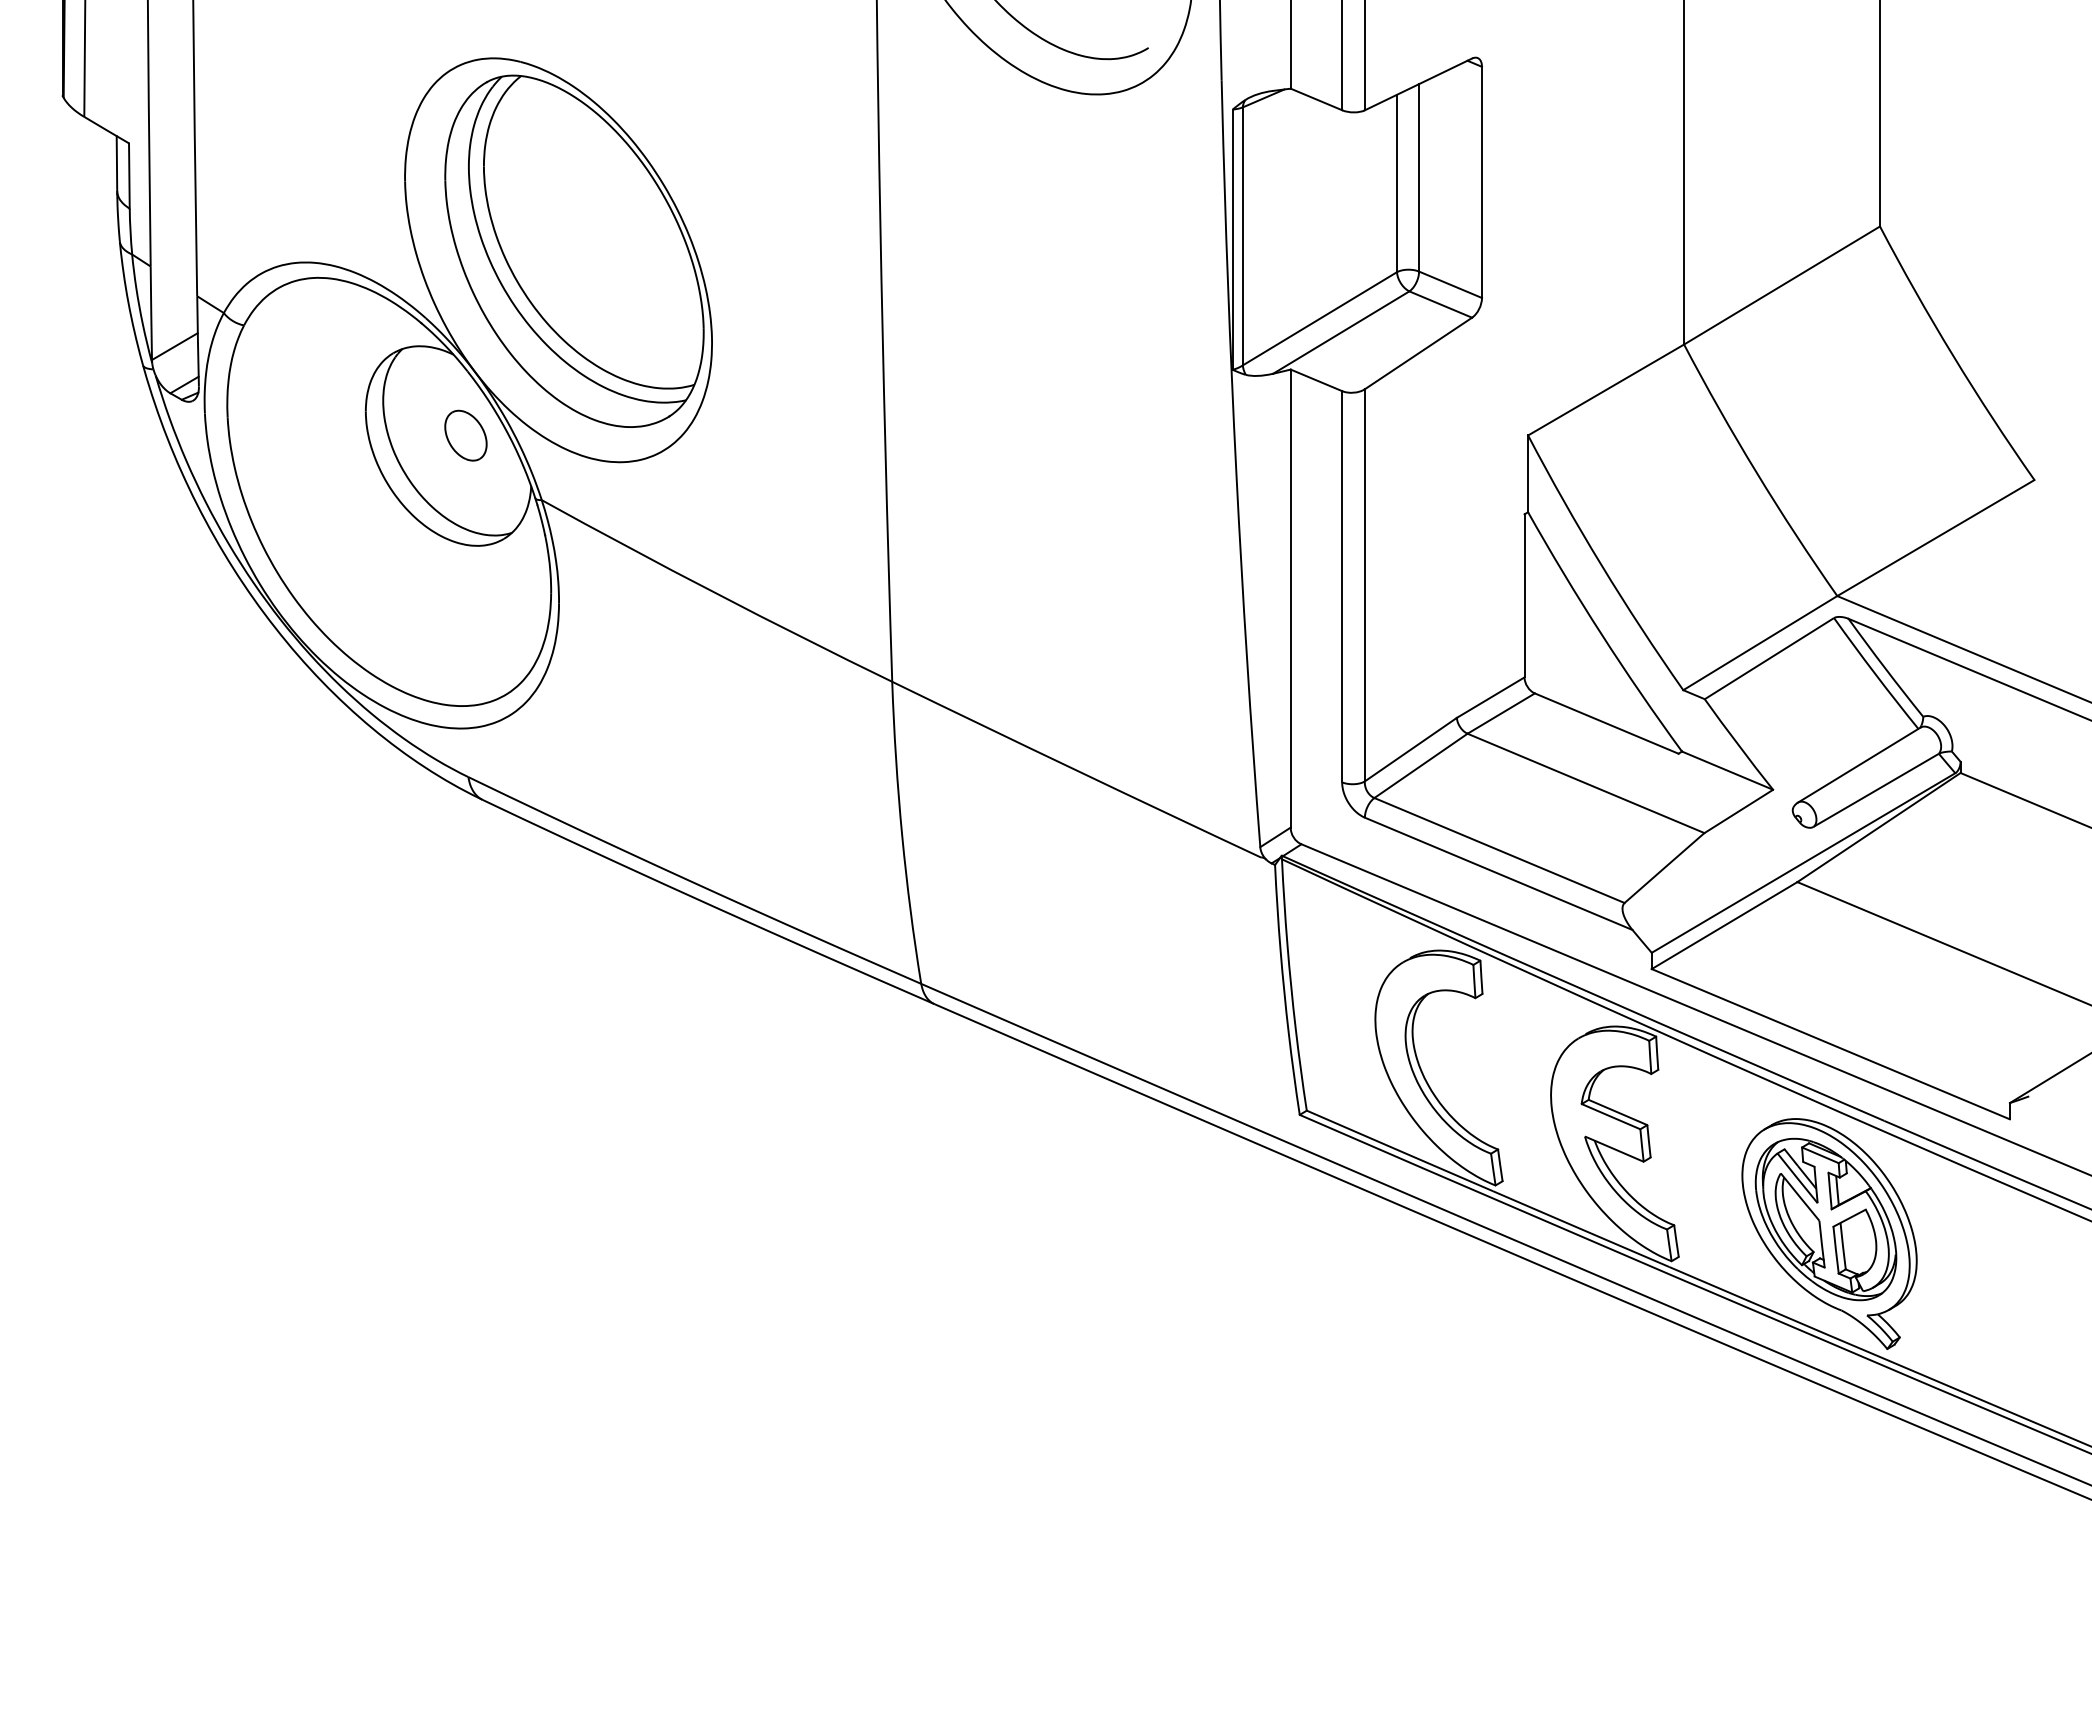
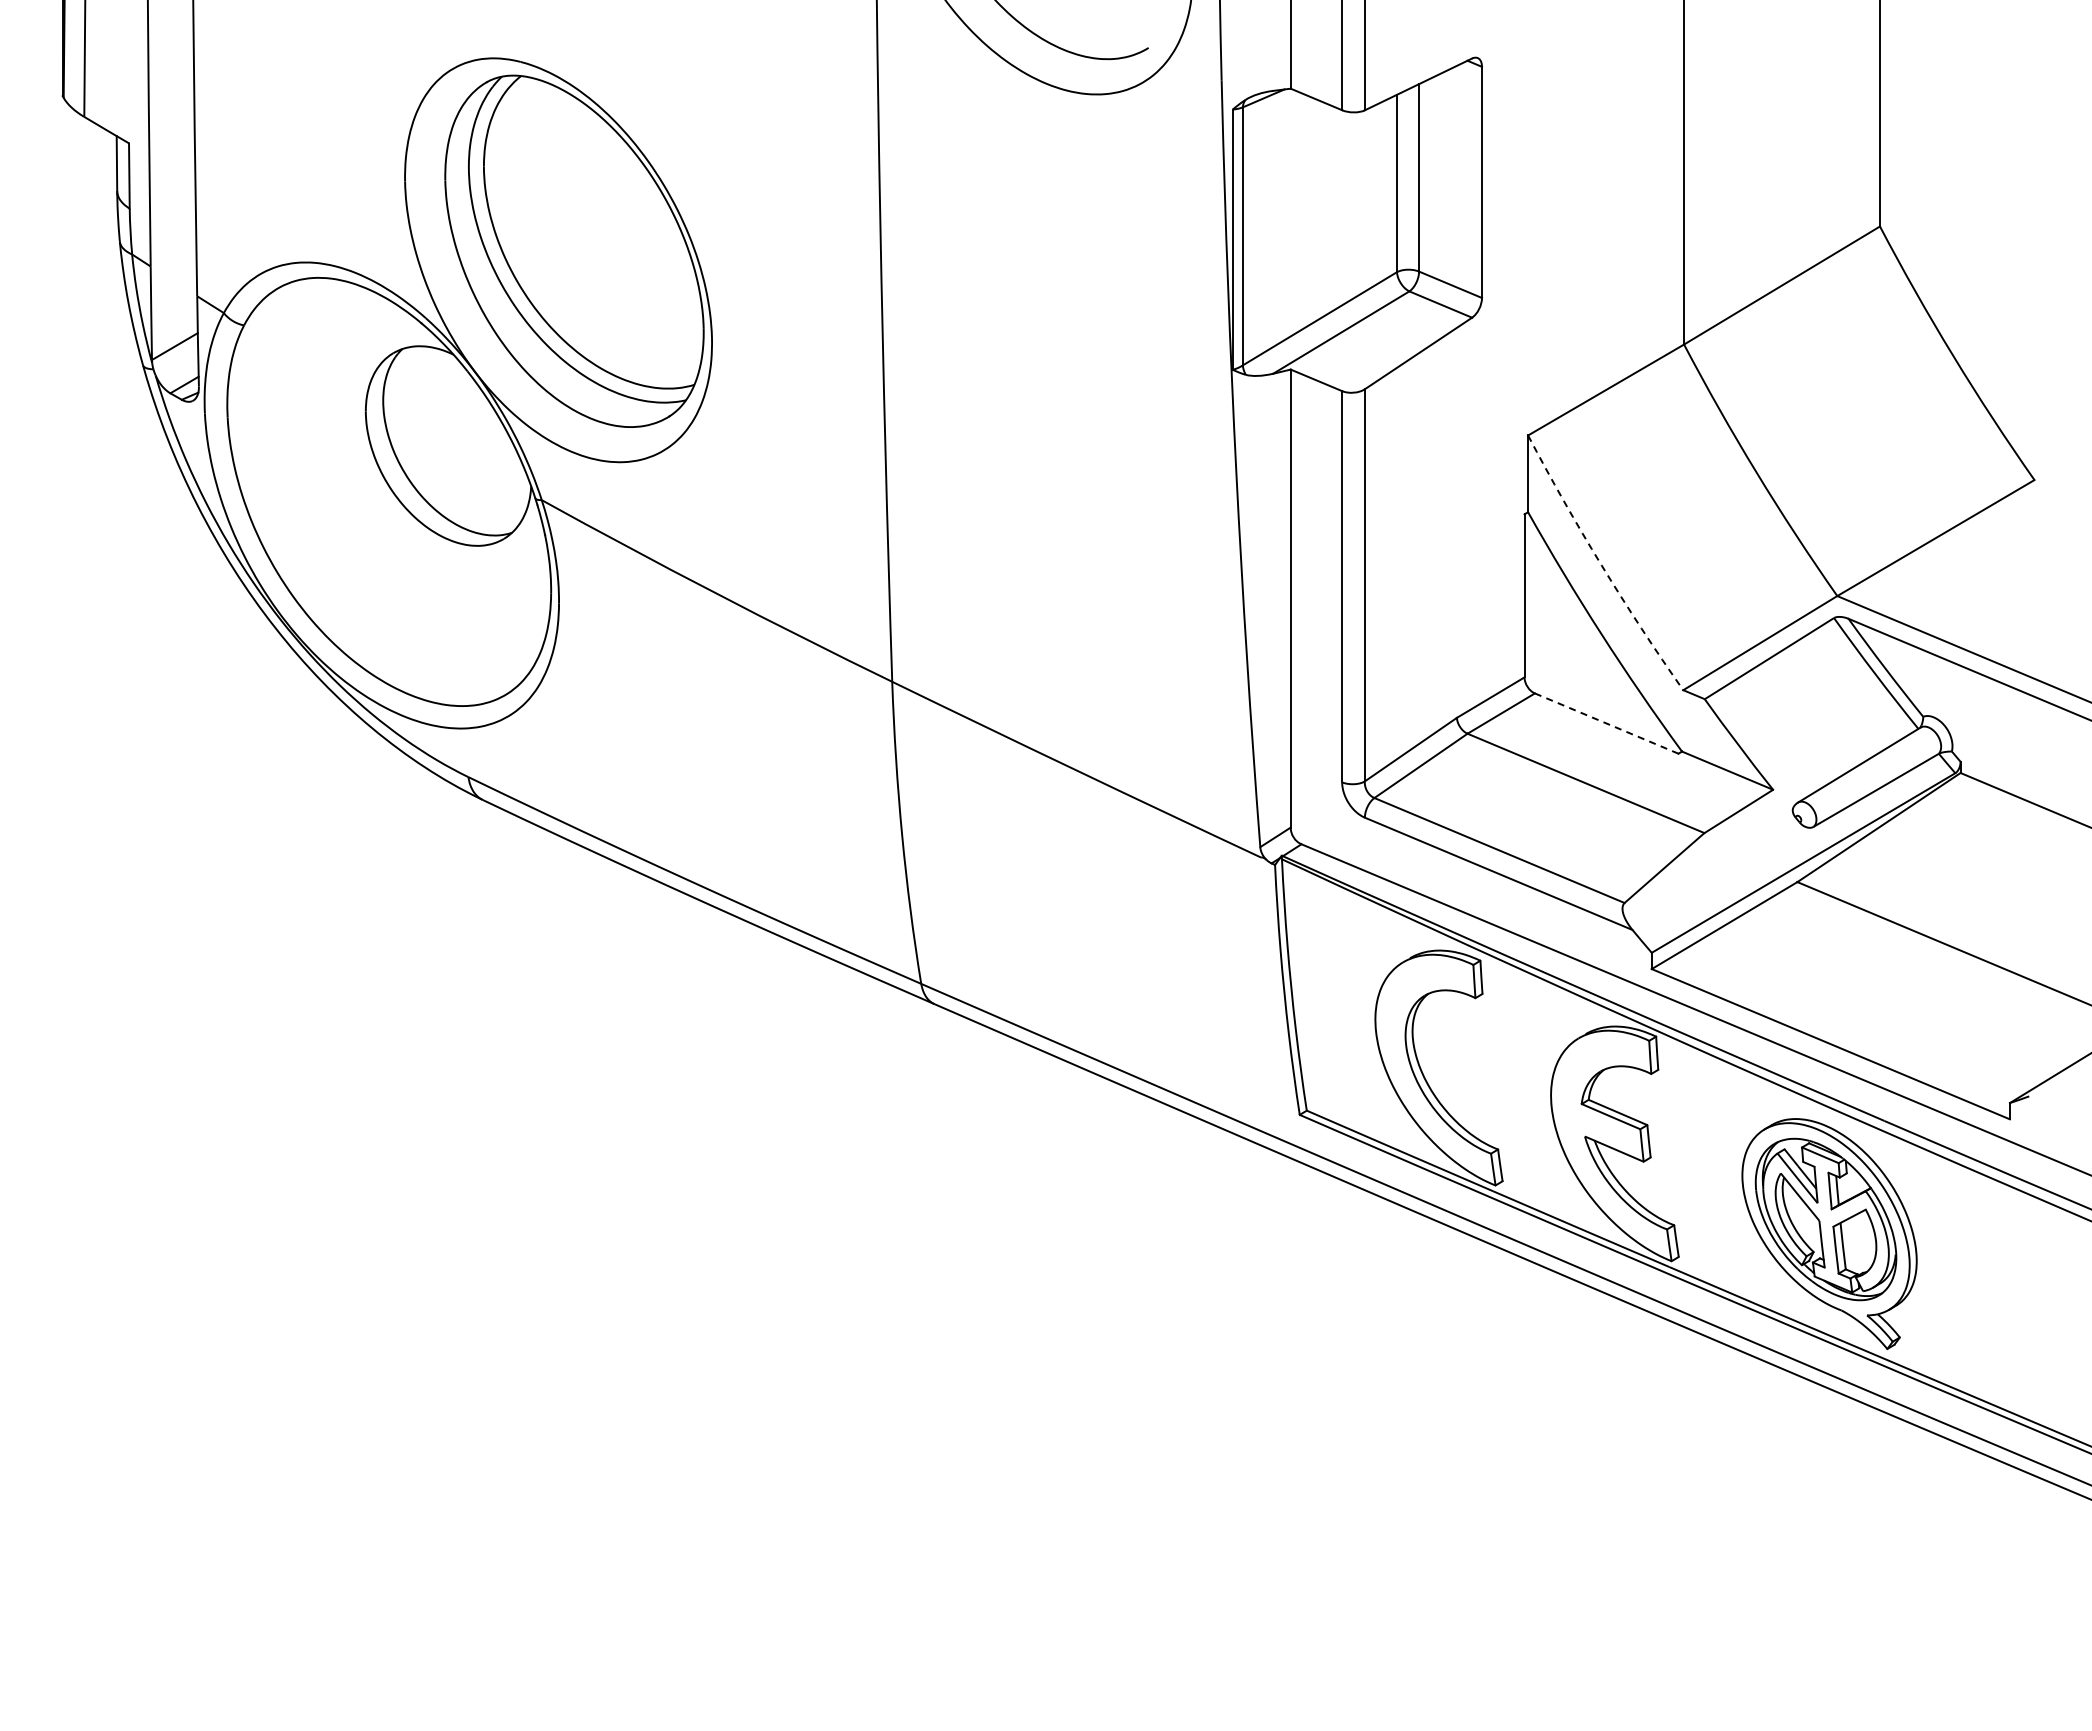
part at (465, 435): present -> none
arc at (1601, 565): solid -> dashed
line at (1606, 723): solid -> dashed
